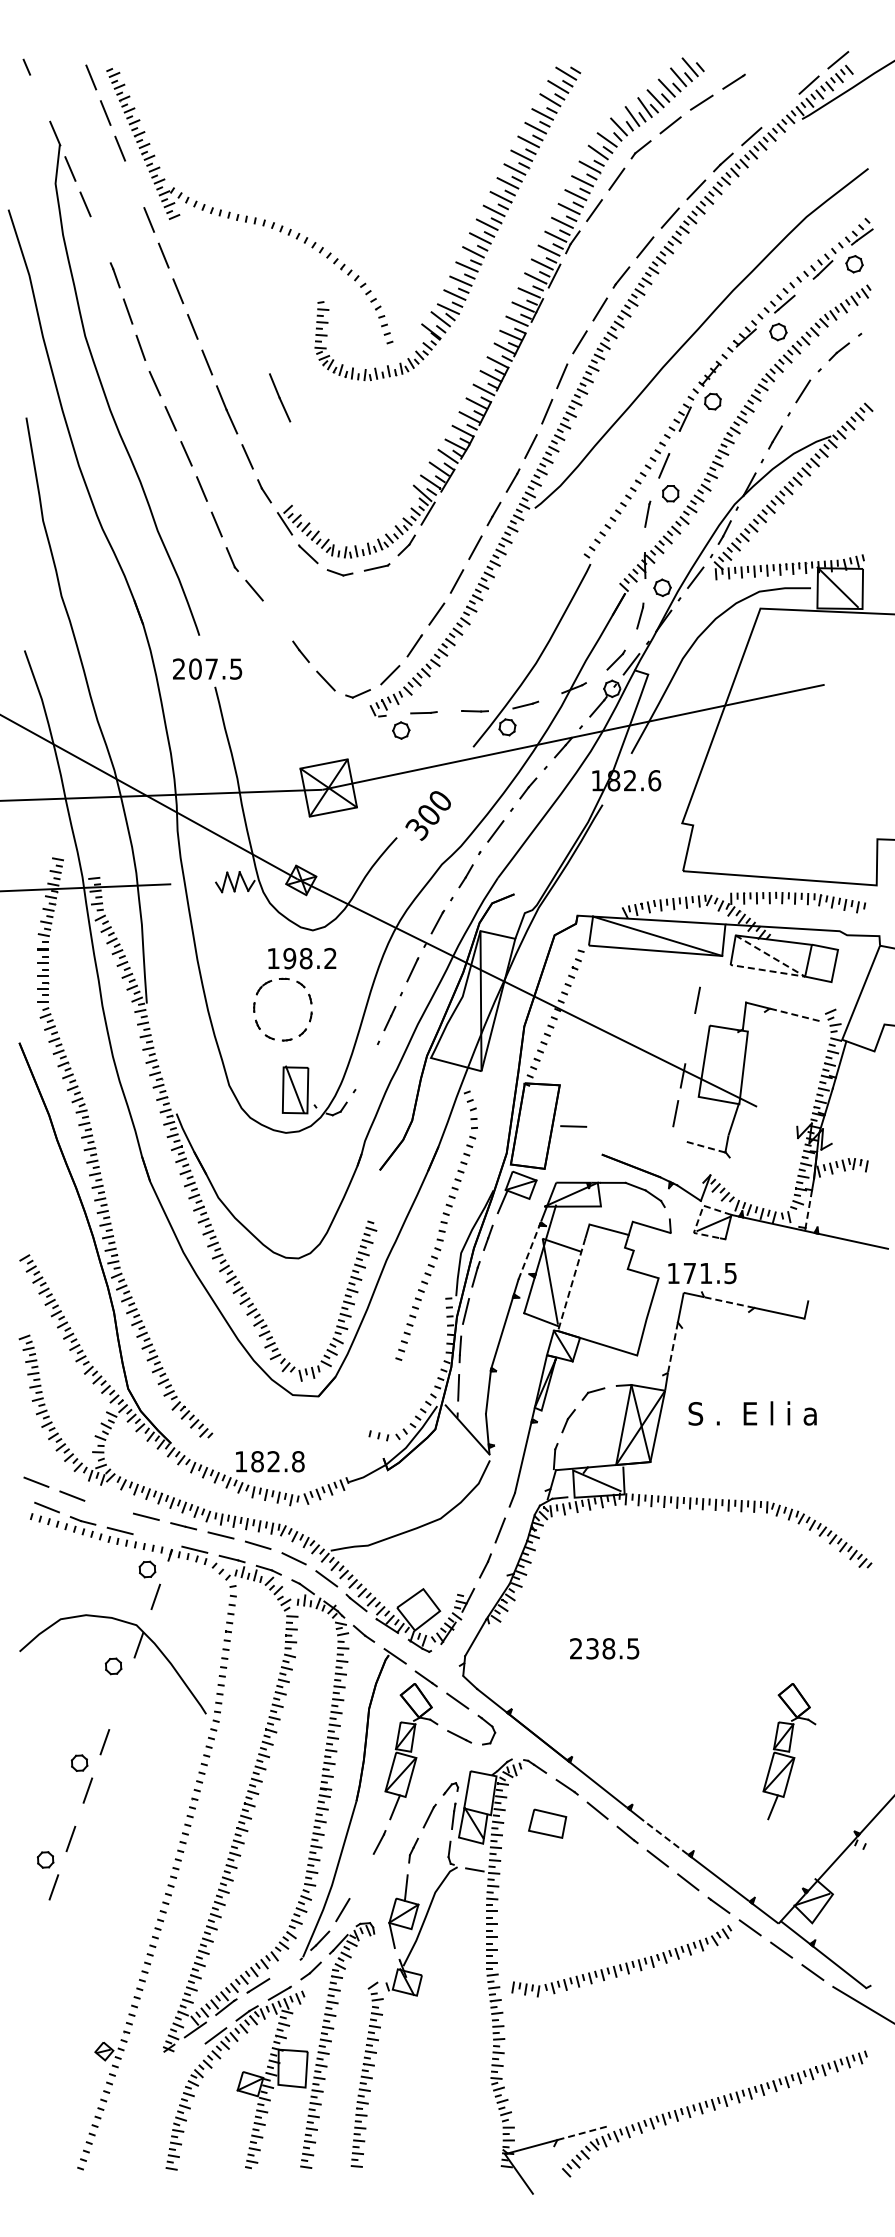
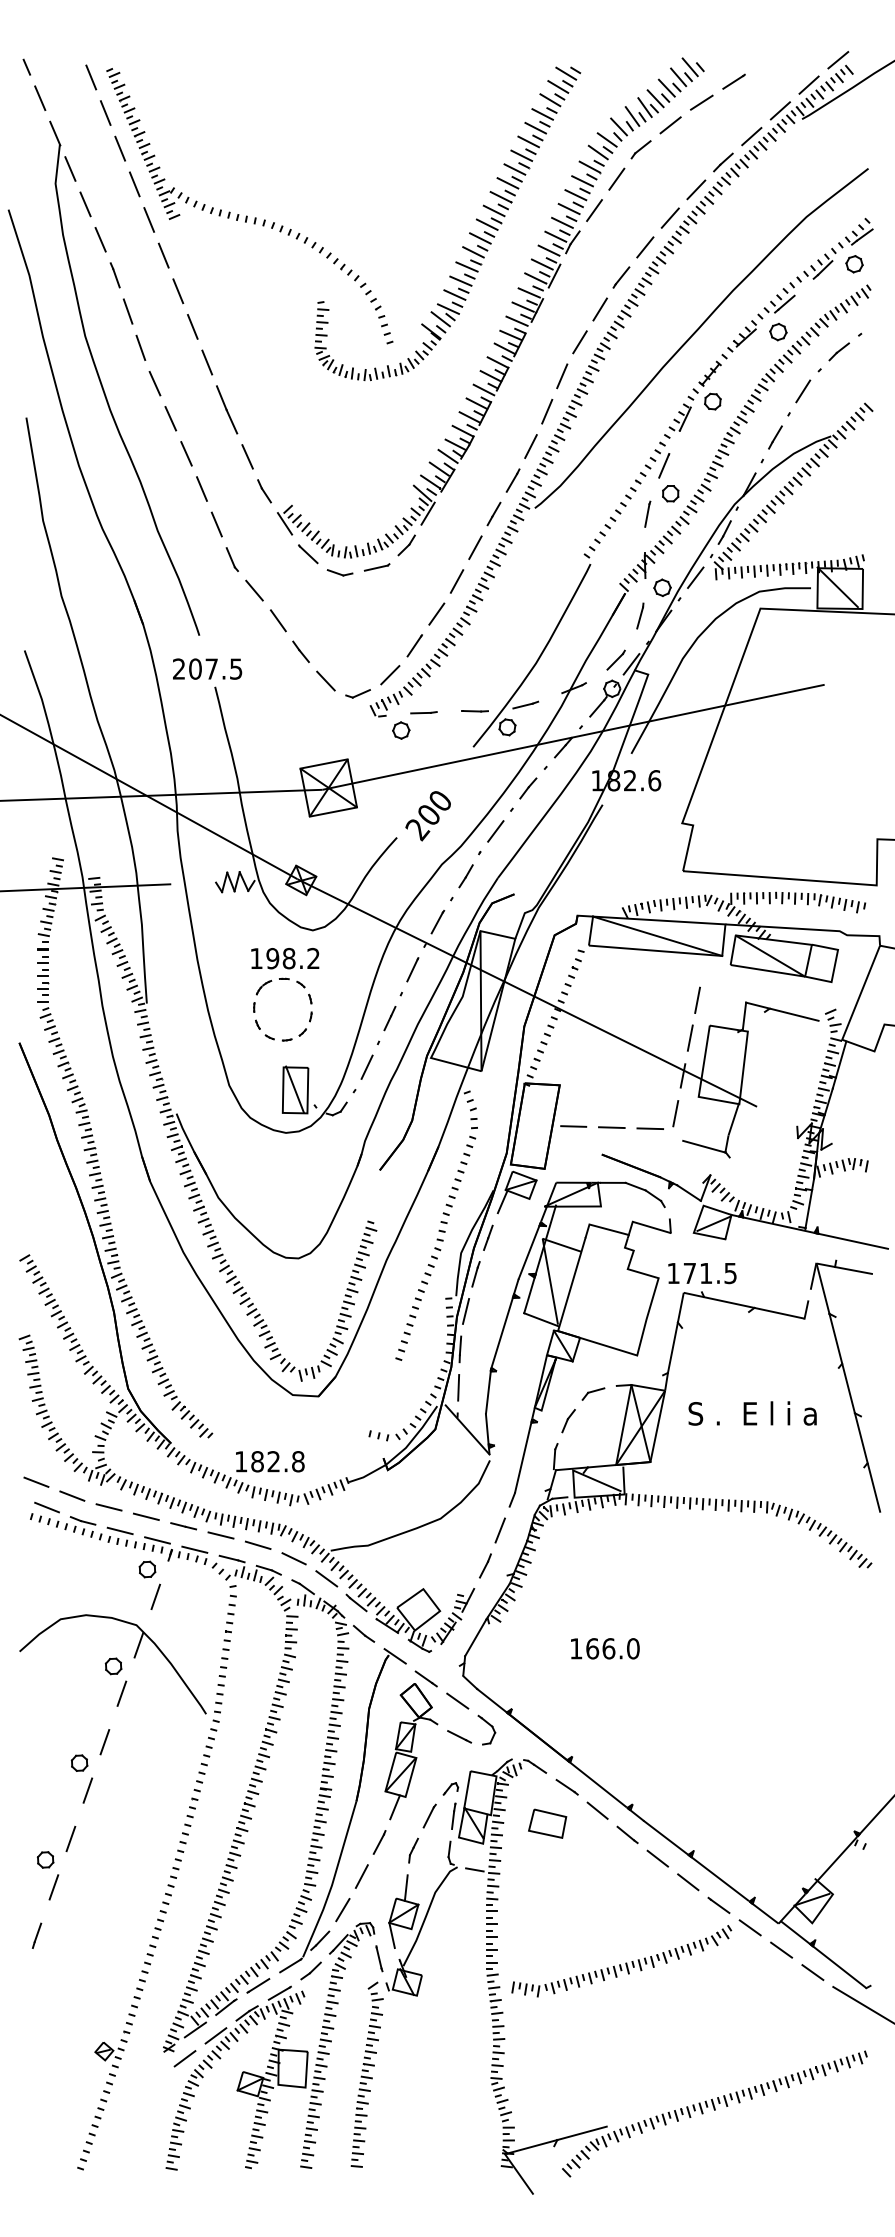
line at (40, 98): none -> present
line at (779, 110): none -> present
line at (134, 184): none -> present
line at (100, 239): none -> present
line at (280, 397): present -> none
line at (277, 620): none -> present
text at (417, 830): 300 -> 200
text at (302, 958) position: (302, 958) -> (285, 958)
line at (802, 975): dashed -> solid
line at (793, 1014): dashed -> solid
line at (690, 1037): none -> present
line at (366, 1066): none -> present
line at (611, 1127): none -> present
line at (649, 1128): none -> present
line at (704, 1146): dashed -> solid
line at (808, 1209): dashed -> solid
line at (699, 1217): dashed -> solid
line at (530, 1249): dashed -> solid
line at (571, 1285): dashed -> solid
line at (729, 1302): dashed -> solid
line at (672, 1347): dashed -> solid
part at (845, 1385): none -> present
line at (108, 1507): none -> present
line at (157, 1540): none -> present
text at (604, 1648): 238.5 -> 166.0
line at (121, 1693): none -> present
part at (789, 1751): present -> none
line at (665, 1837): dashed -> solid
line at (361, 1876): none -> present
line at (37, 1935): none -> present
line at (379, 1958): none -> present
line at (290, 1965): none -> present
line at (184, 2058): none -> present
line at (582, 2133): dashed -> solid
